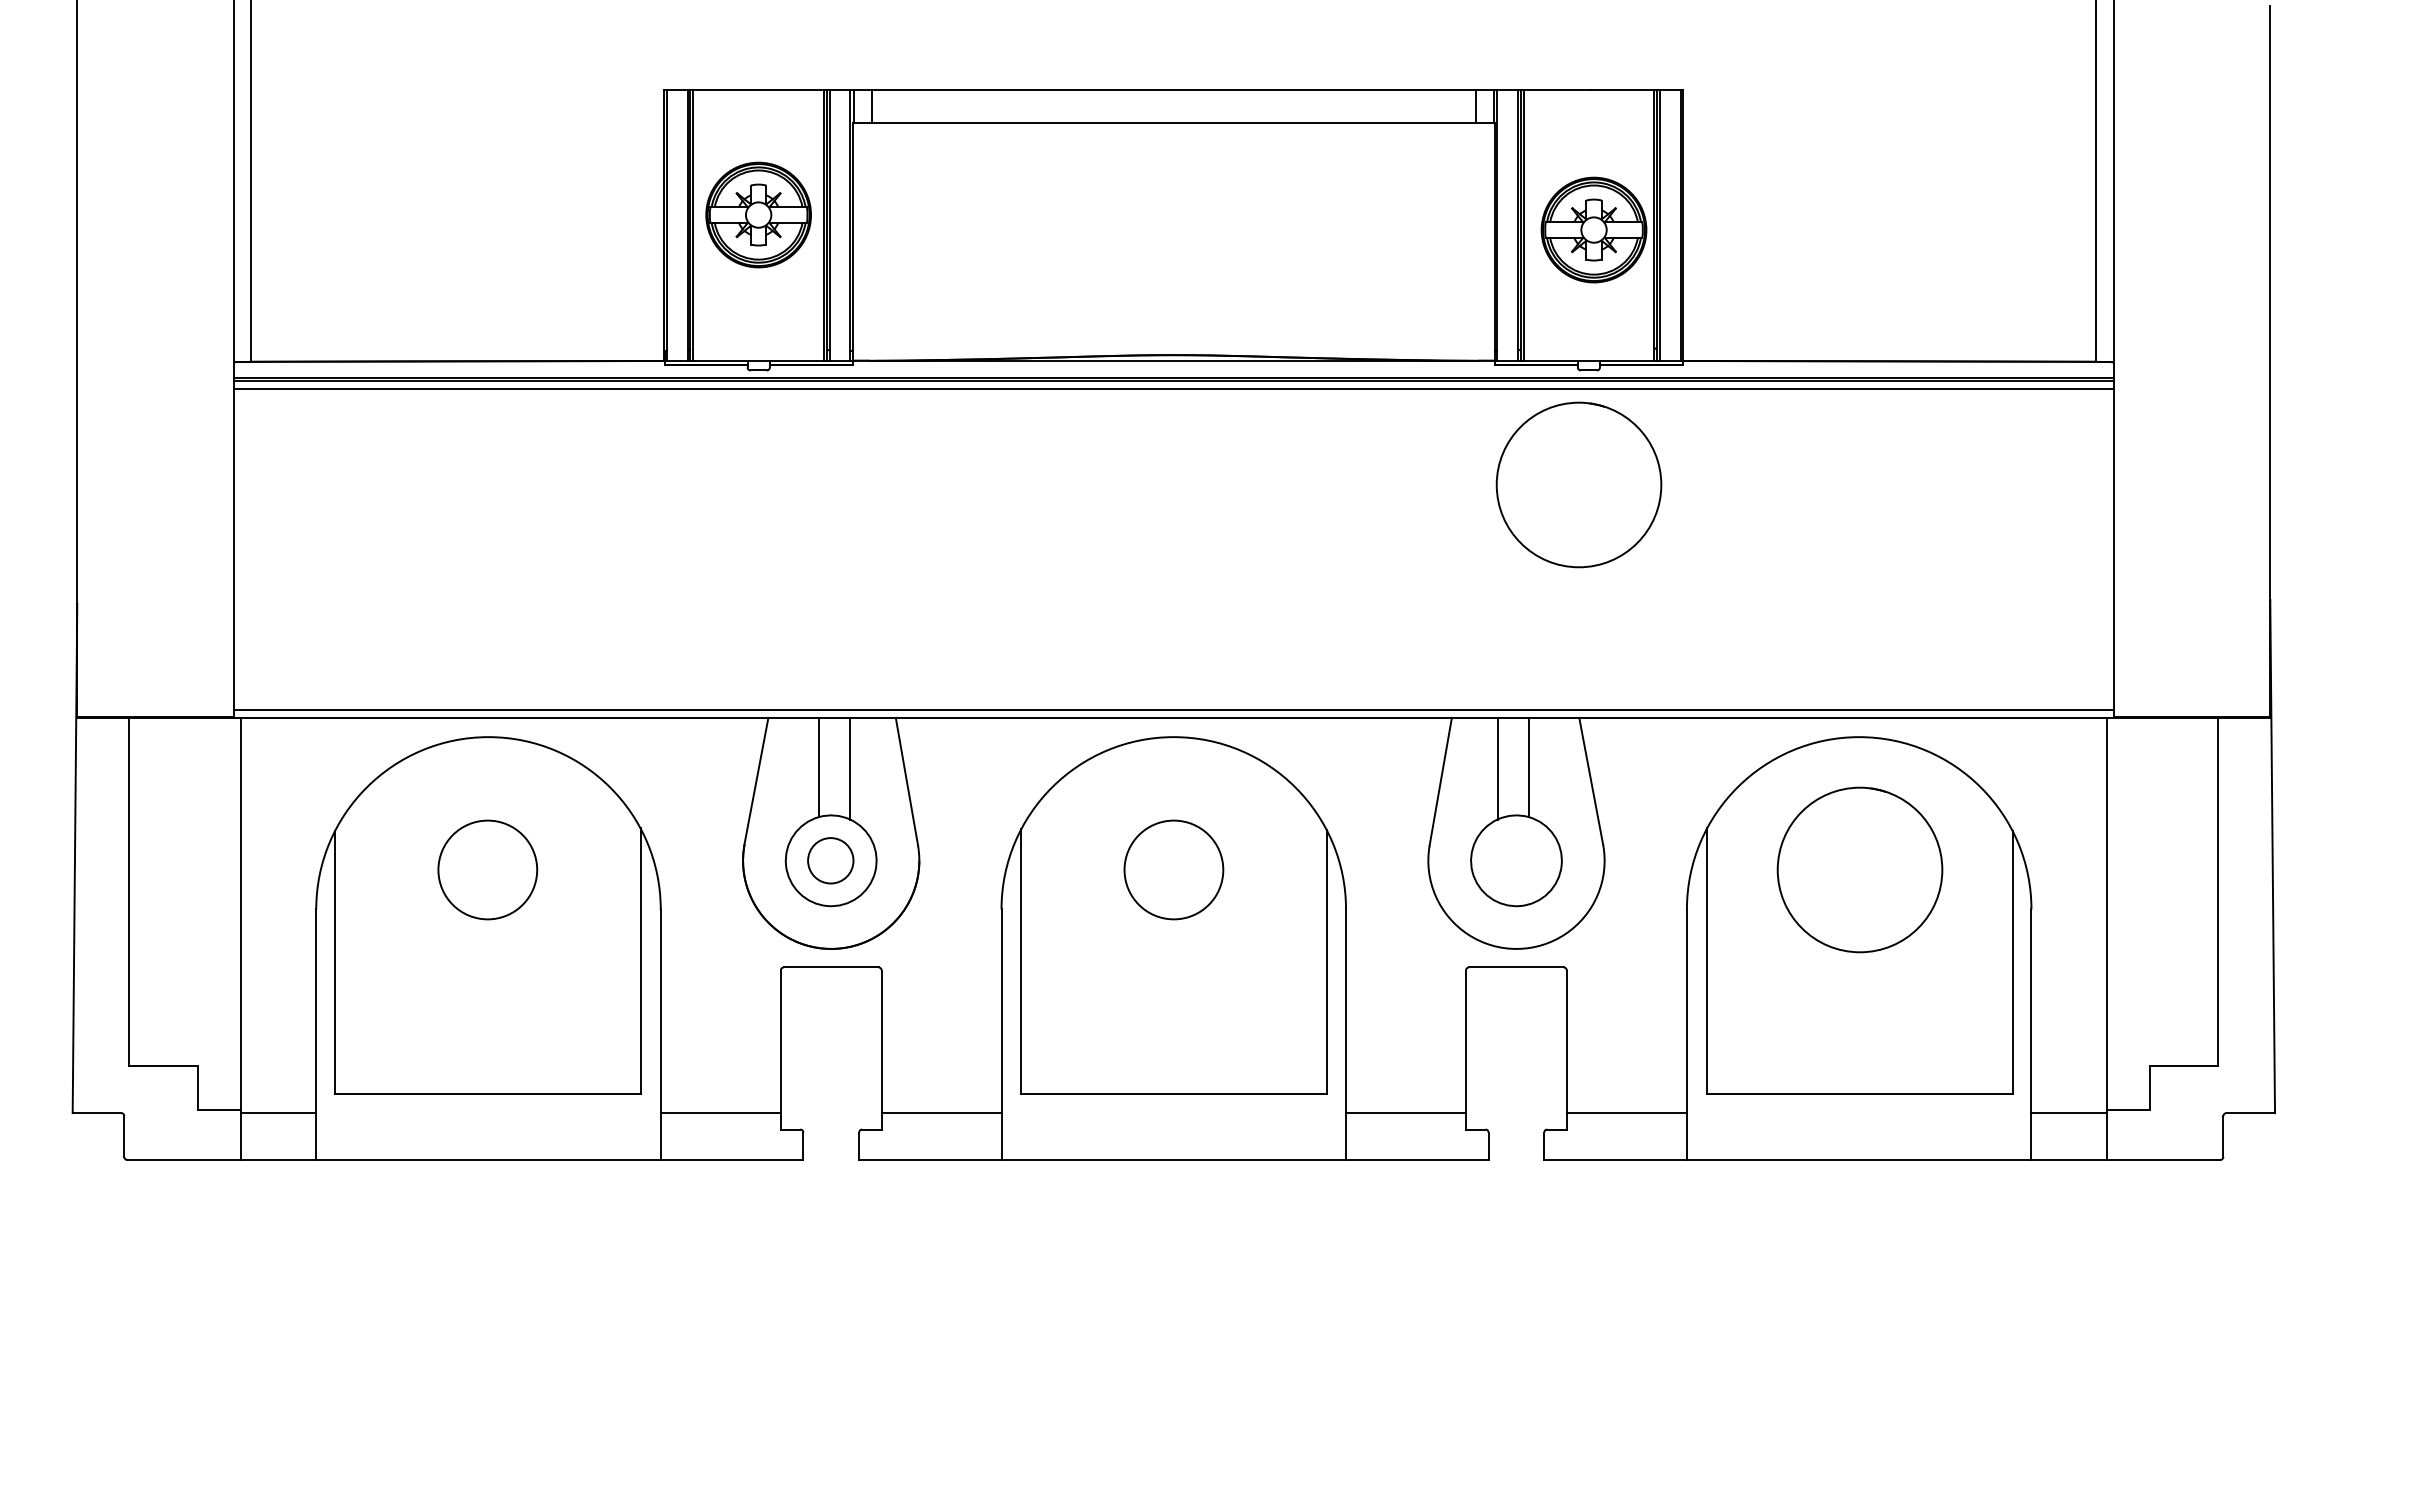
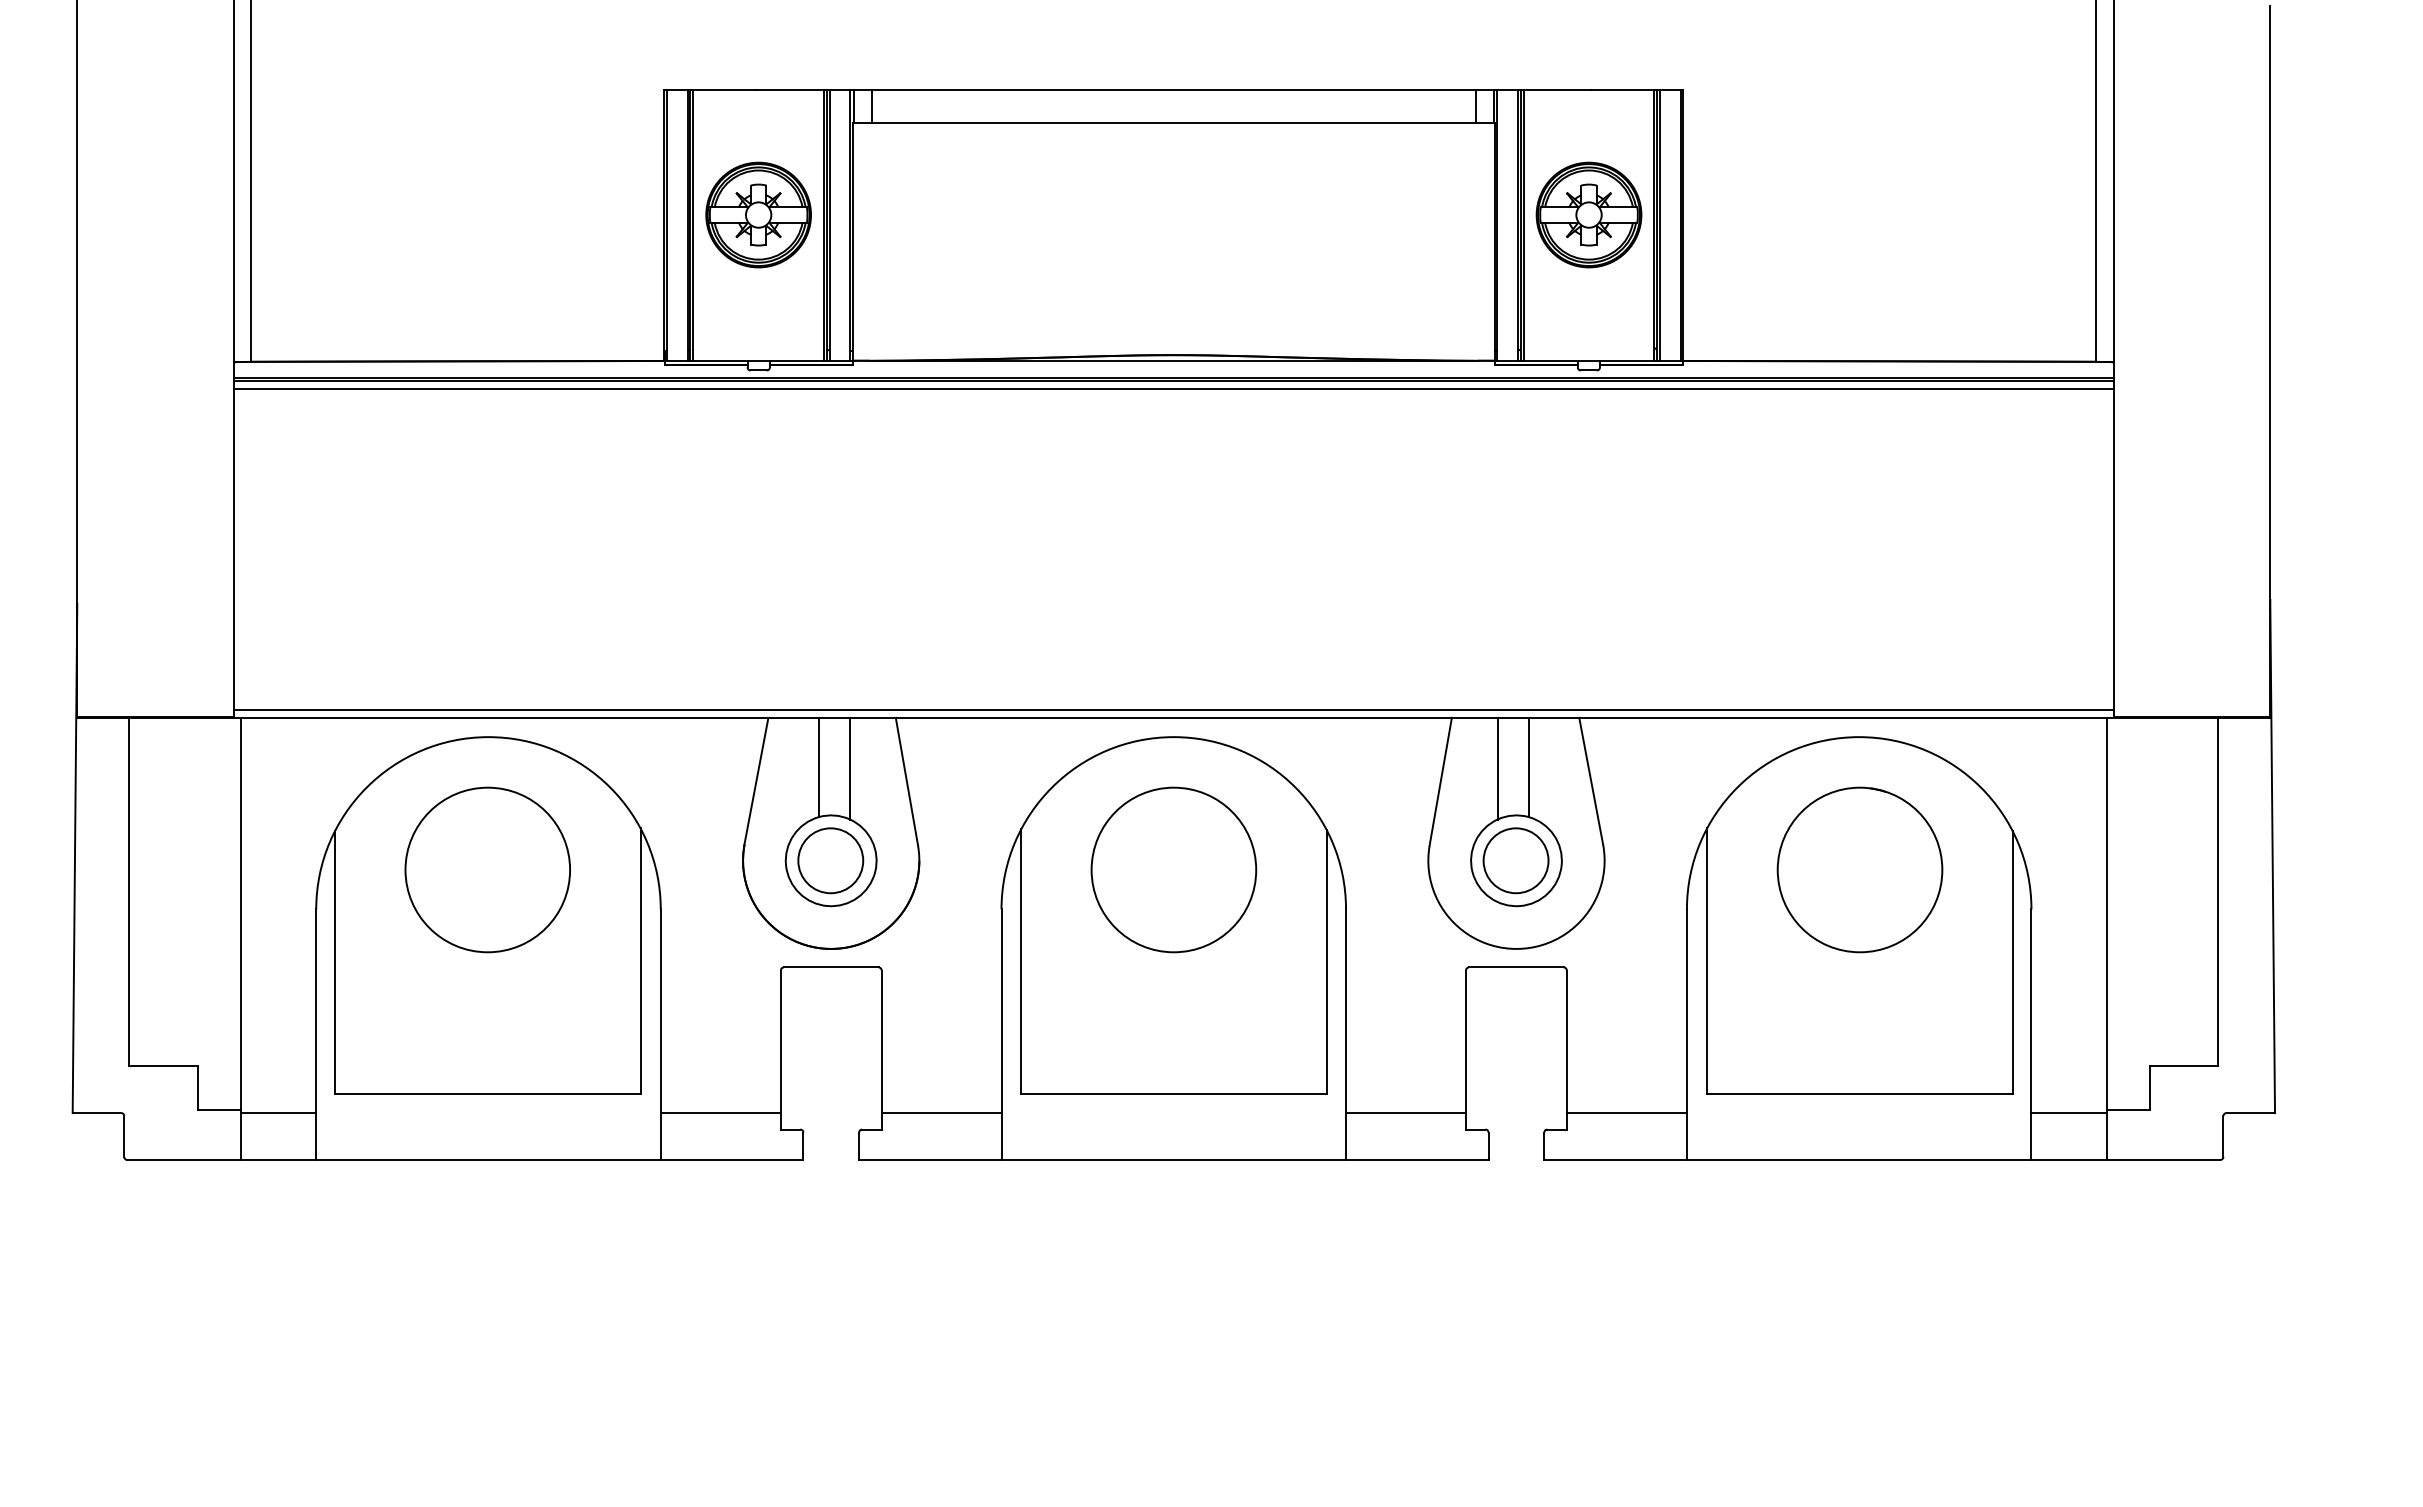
part at (1593, 229) position: (1593, 229) -> (1588, 214)
part at (1578, 484): present -> none
circle at (830, 860) diameter: 45 px -> 65 px
circle at (1515, 860): none -> present
circle at (487, 869) diameter: 99 px -> 165 px
circle at (1173, 869) diameter: 99 px -> 165 px
